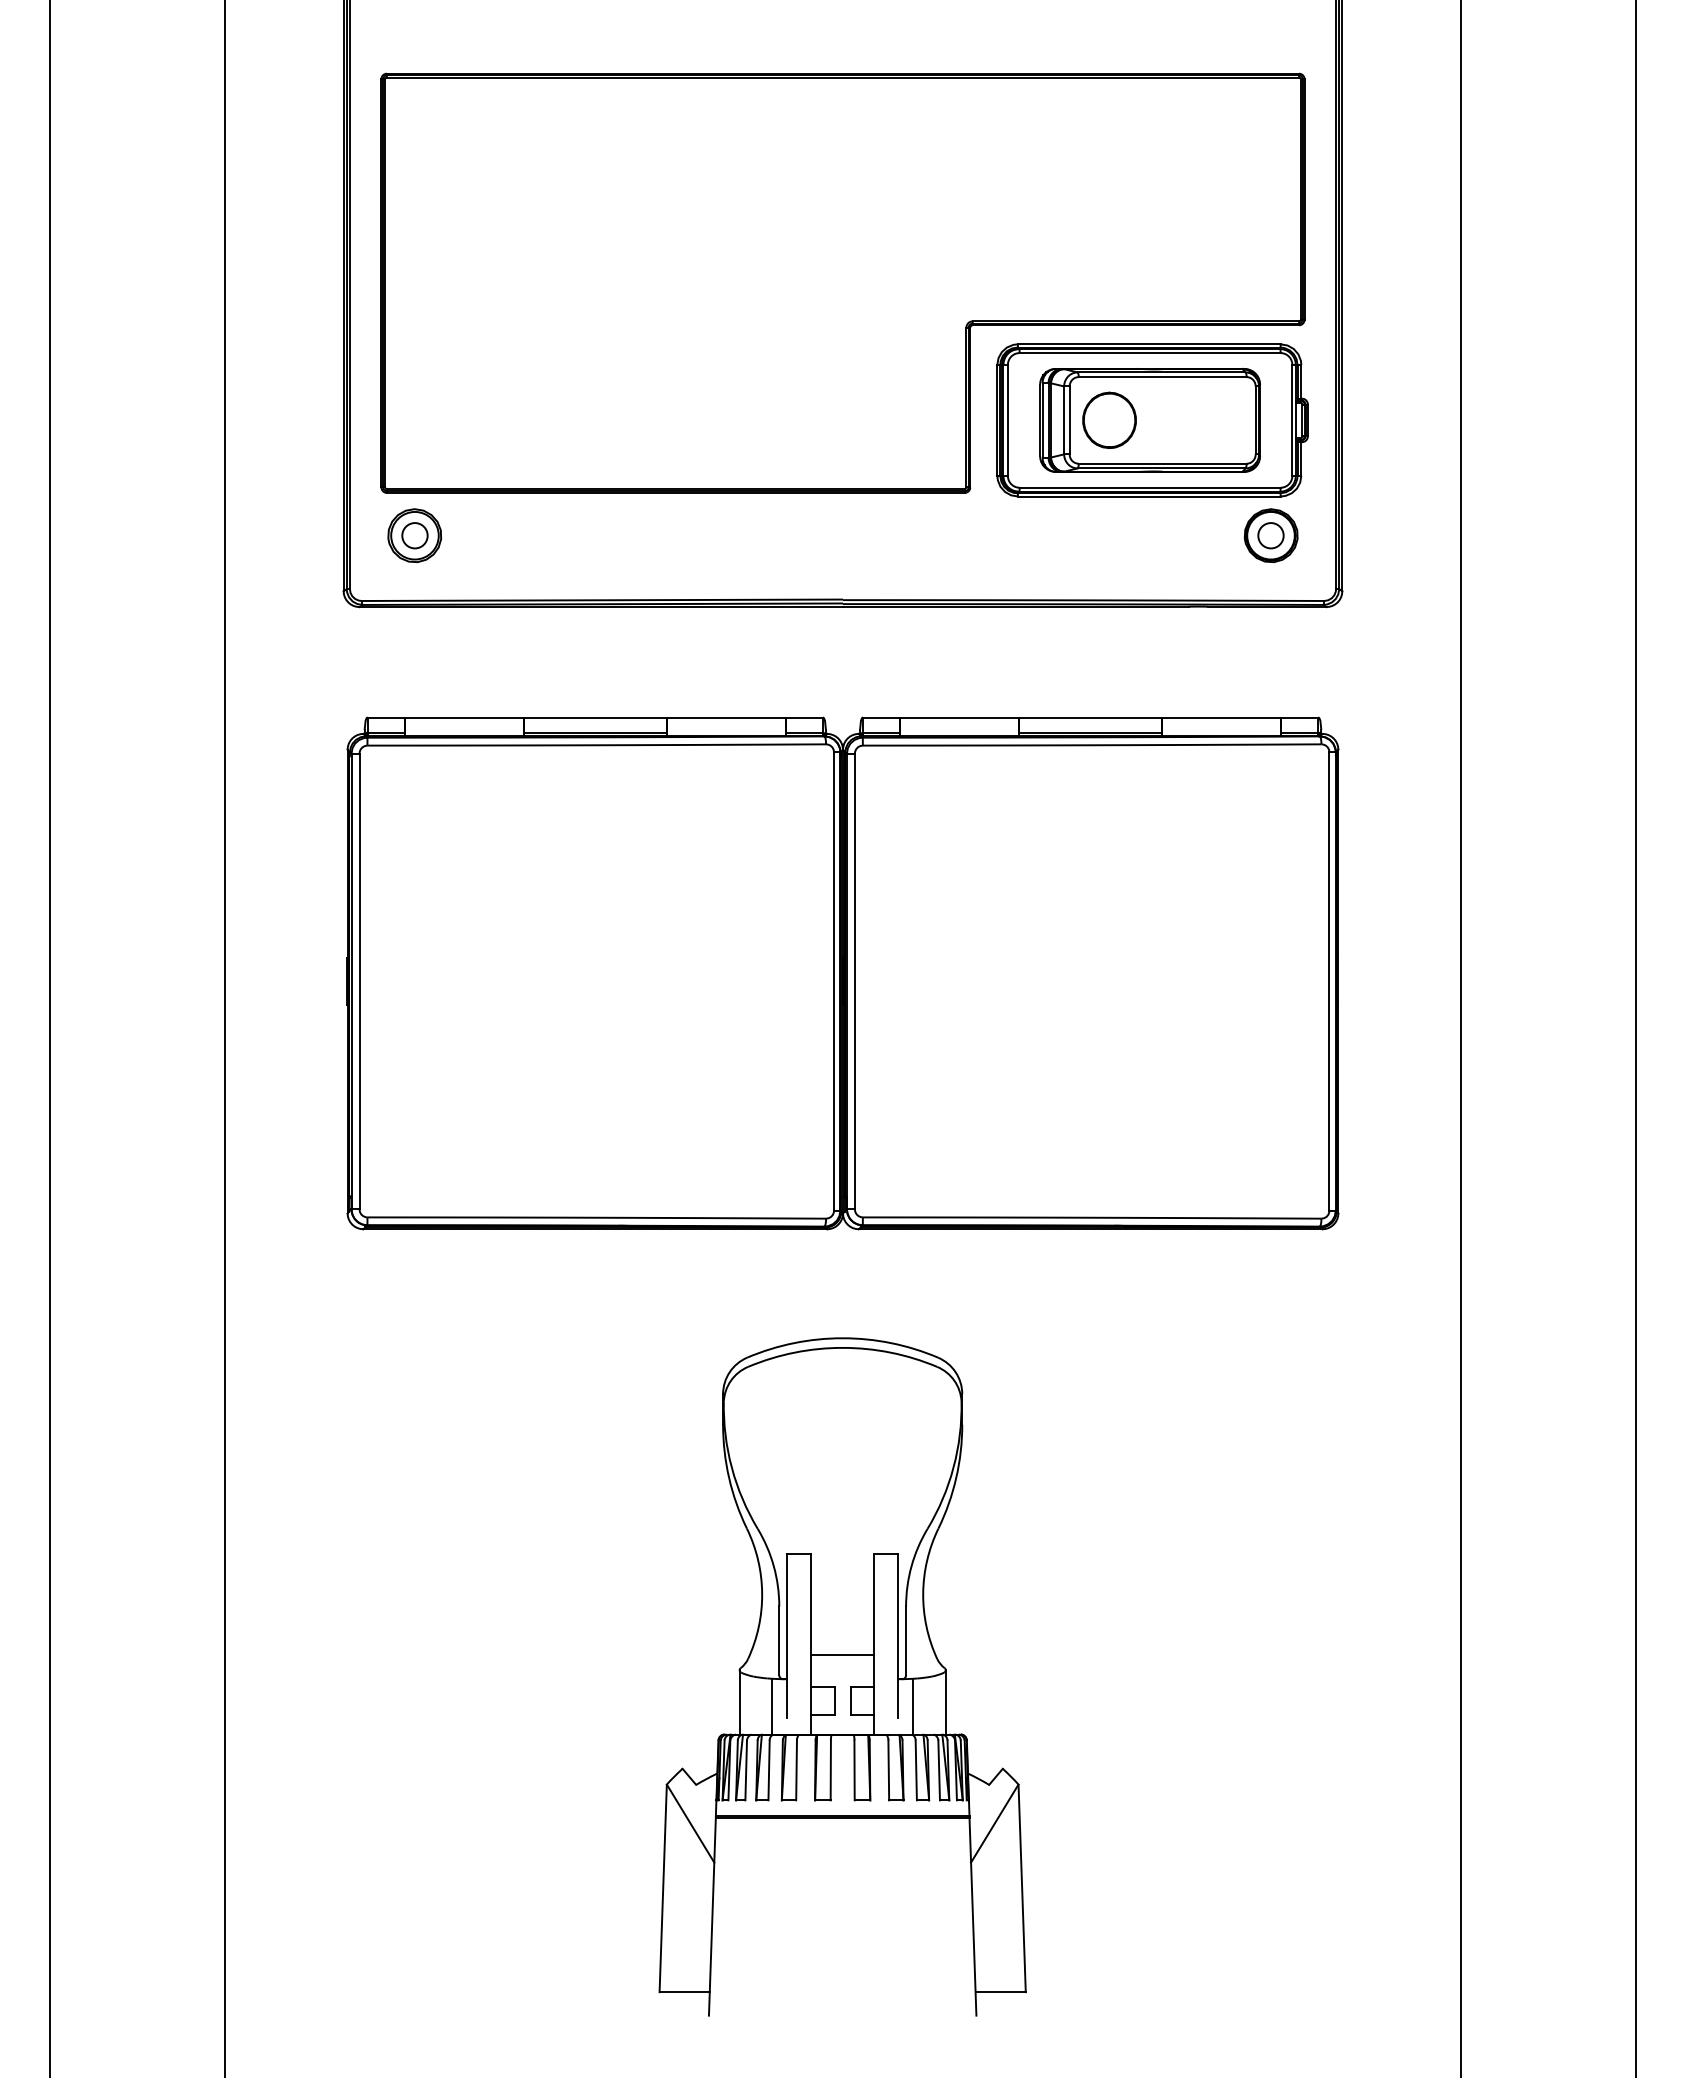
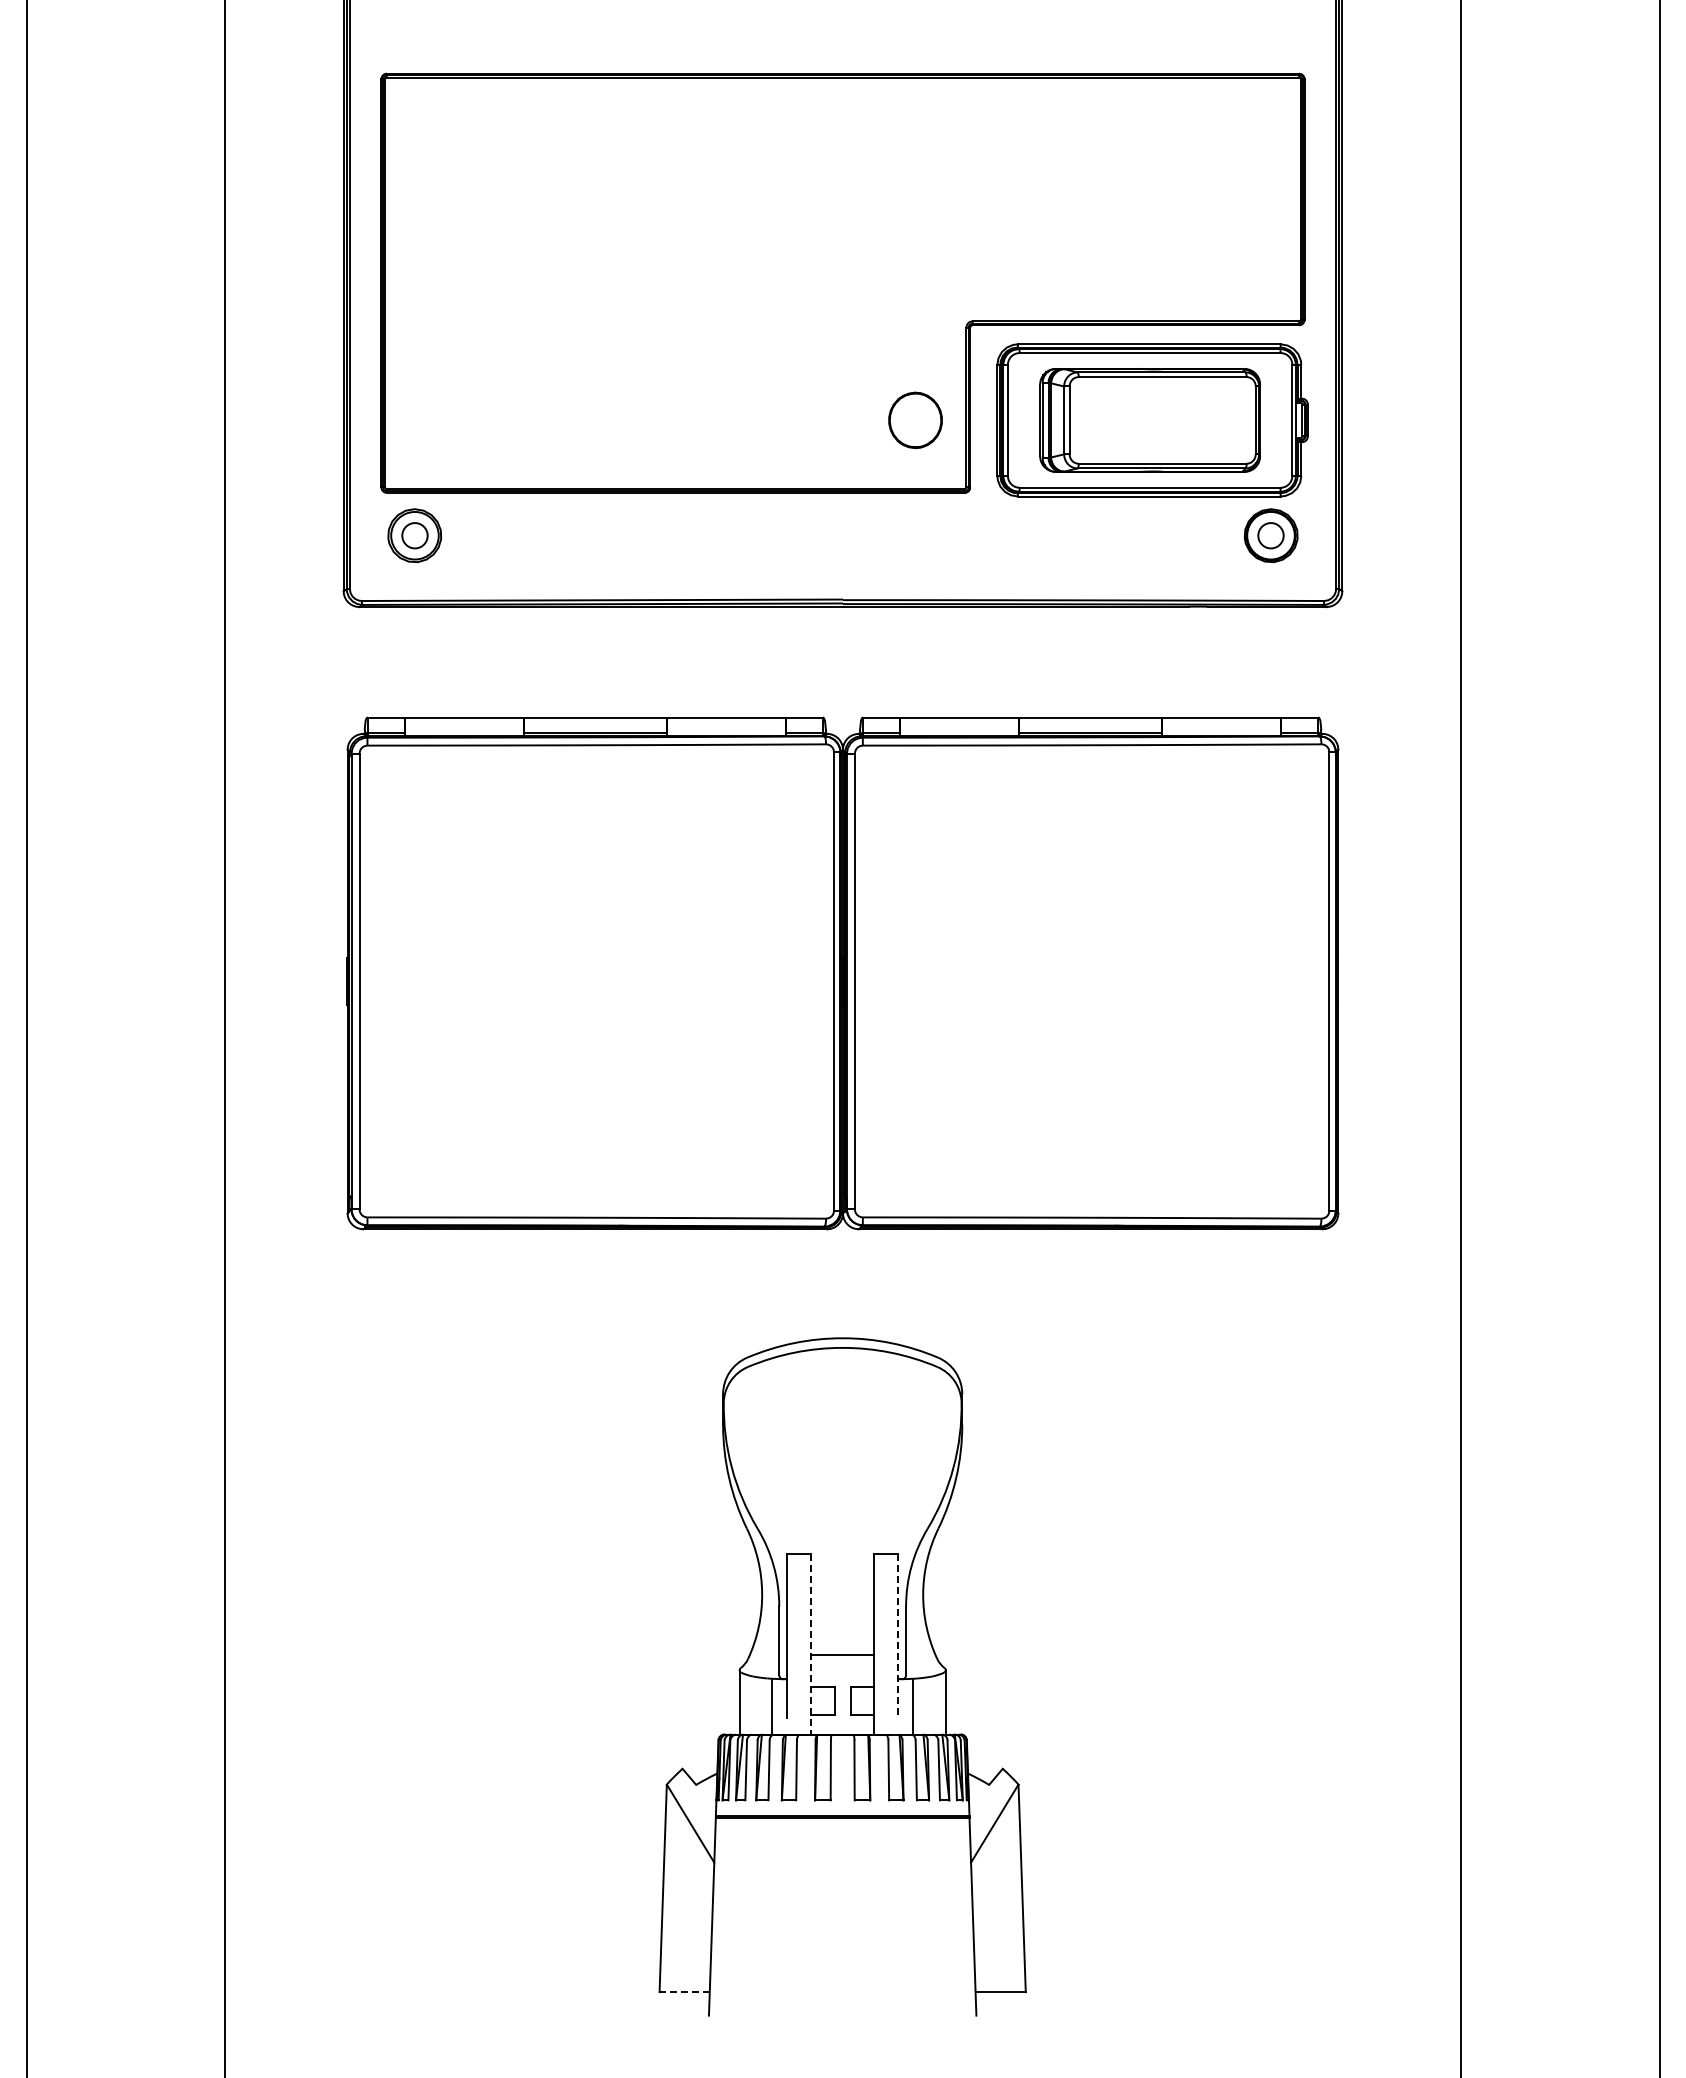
part at (1109, 419) position: (1109, 419) -> (915, 419)
line at (50, 1038) position: (50, 1038) -> (27, 1038)
line at (1635, 1038) position: (1635, 1038) -> (1659, 1038)
line at (898, 1635): solid -> dashed
line at (810, 1644): solid -> dashed
line at (684, 1992): solid -> dashed
